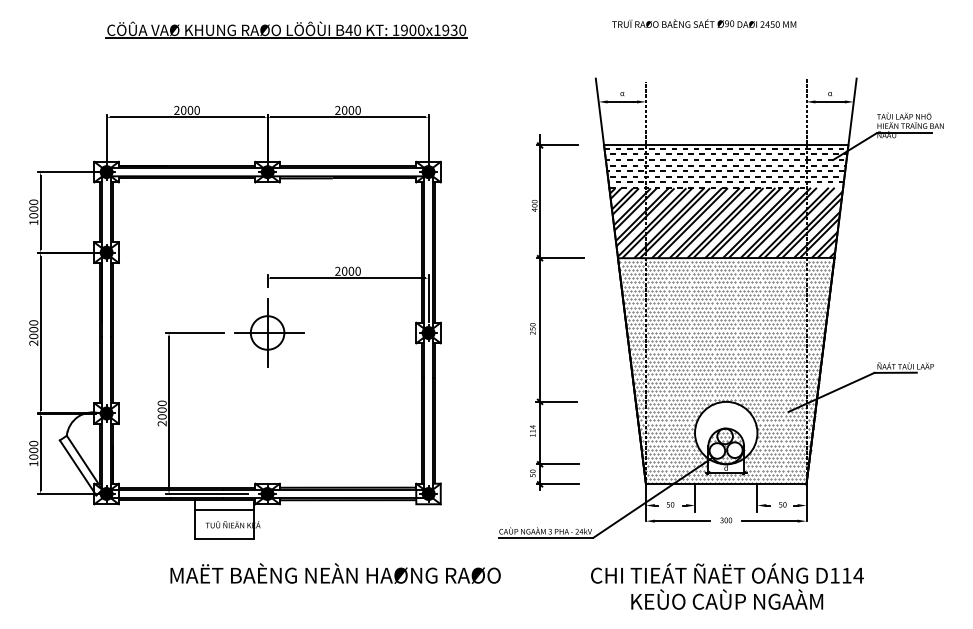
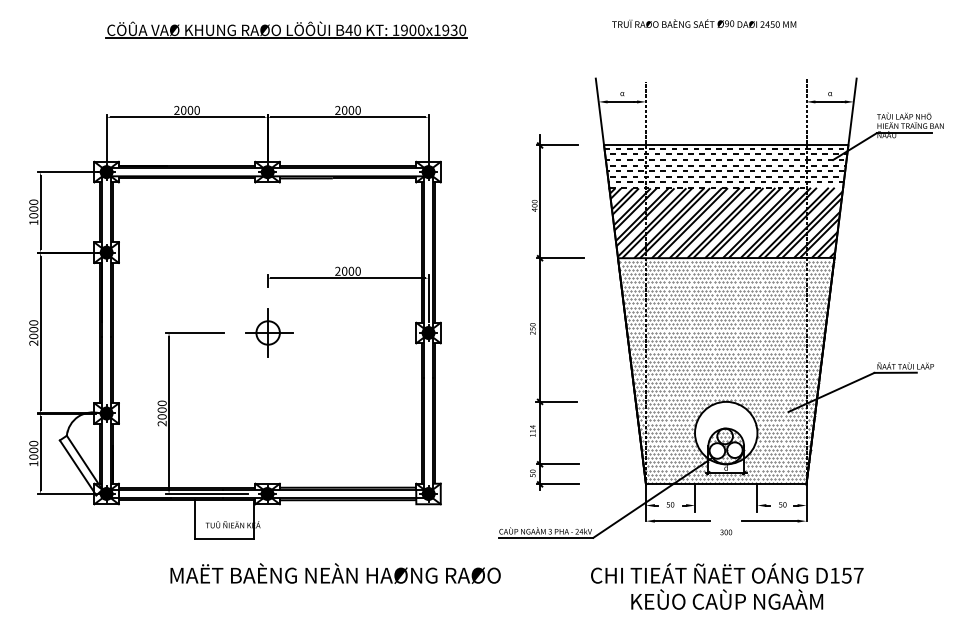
part at (269, 332) size: 71x70 px -> 49x50 px
line at (224, 510): present -> none
text at (726, 520) position: (726, 520) -> (726, 532)
text at (852, 575): D114 -> D157
